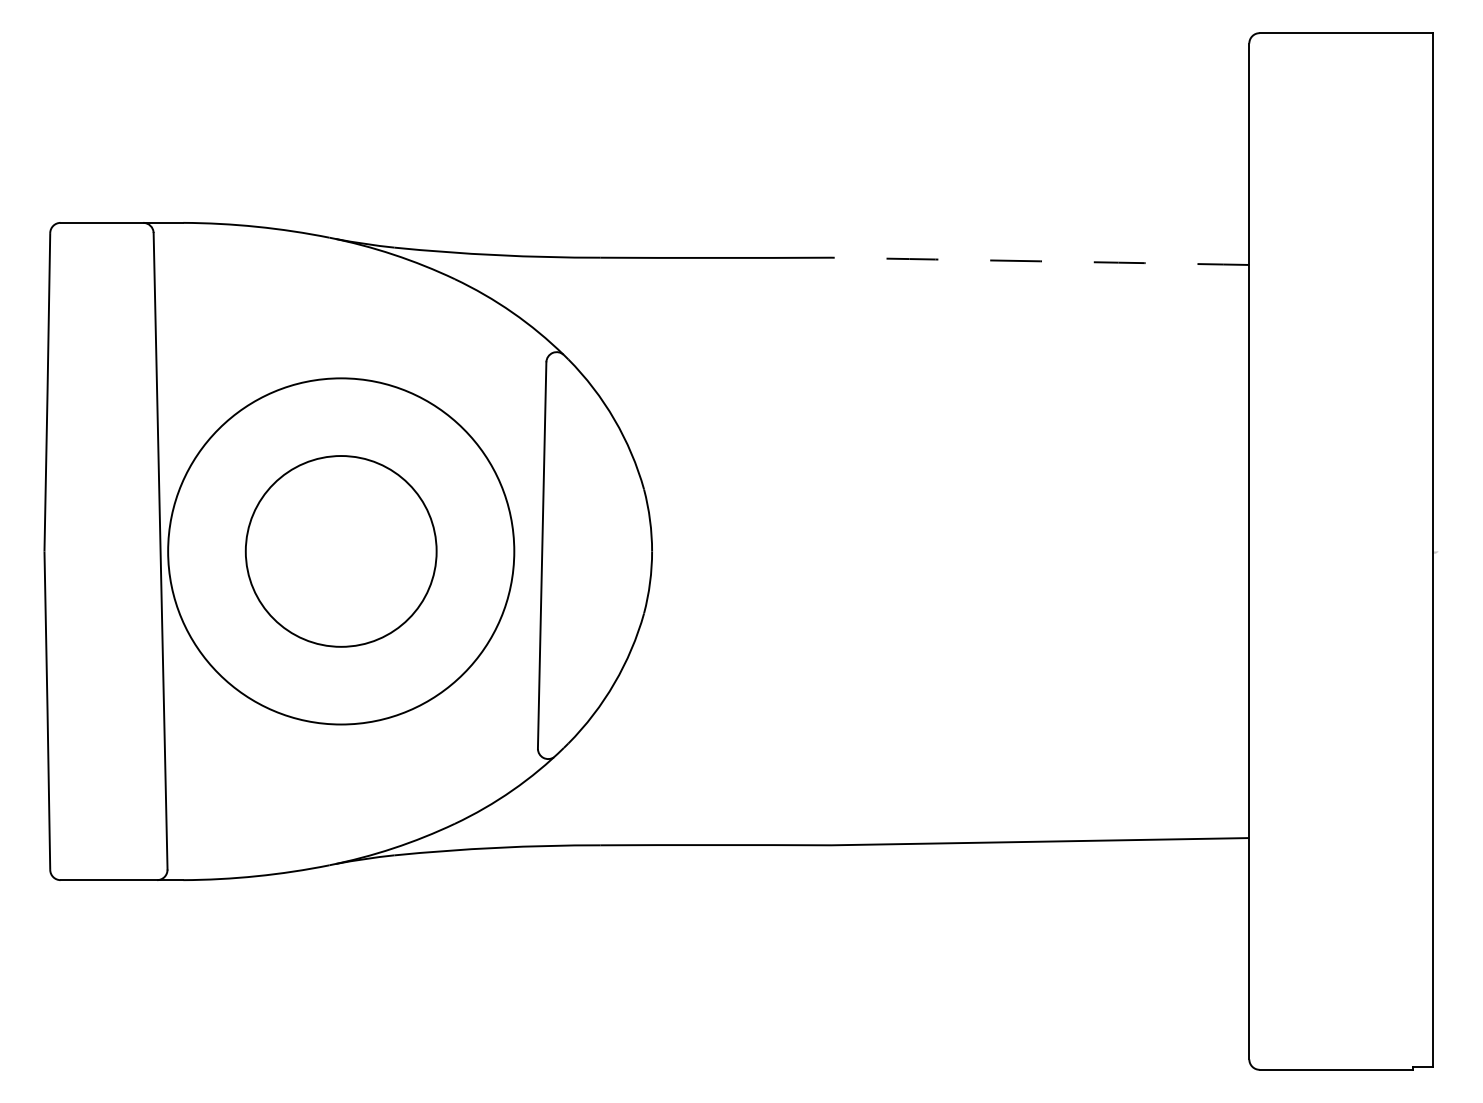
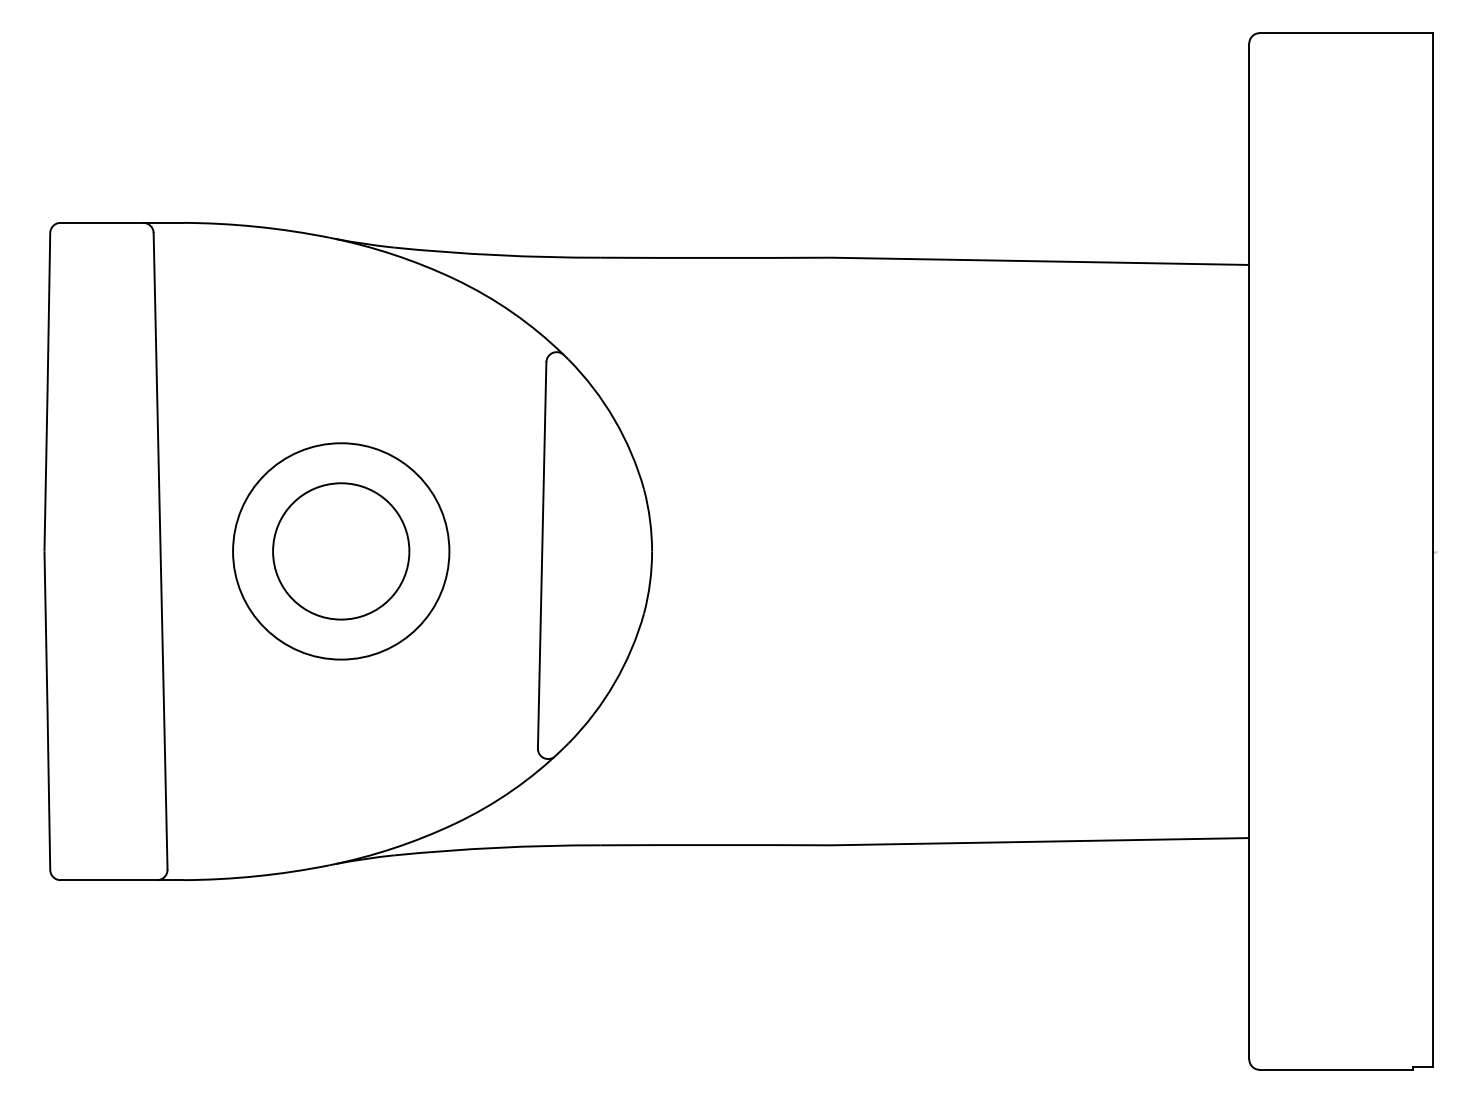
arc at (1040, 261): dashed -> solid
circle at (340, 551) diameter: 191 px -> 136 px
circle at (341, 551) diameter: 346 px -> 216 px
